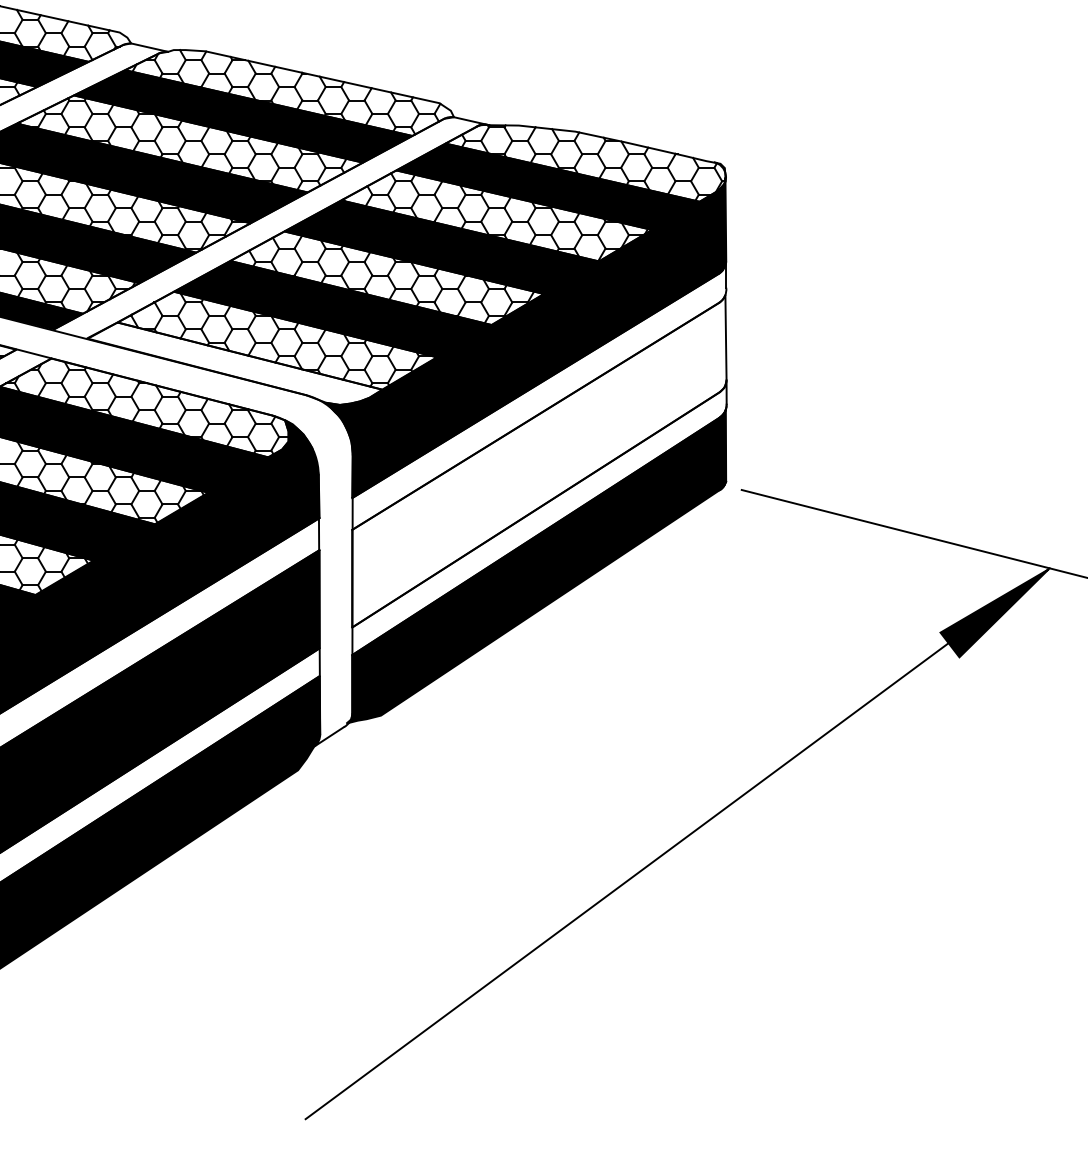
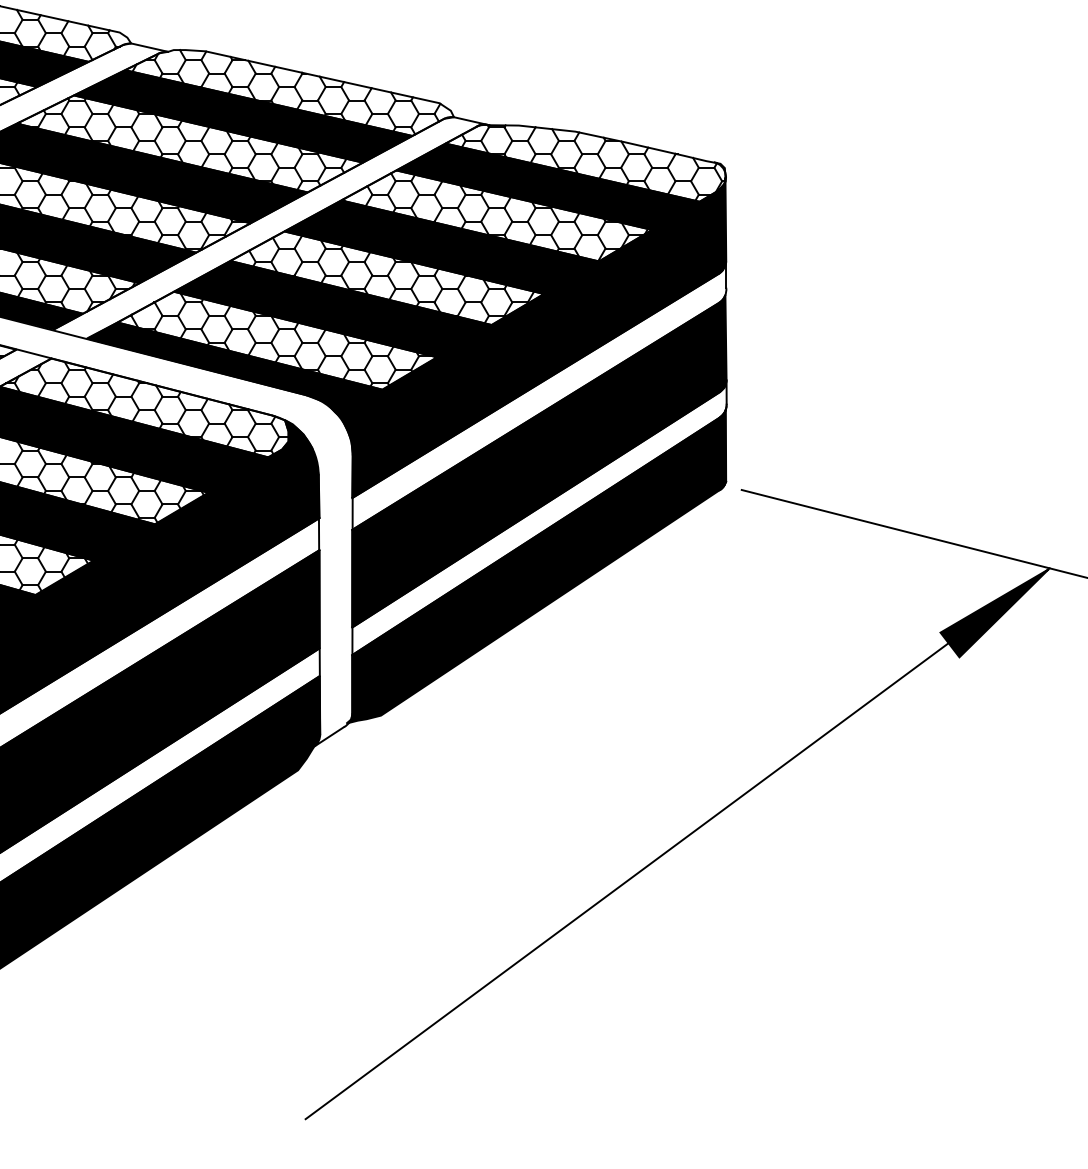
fill at (234, 363): none -> present
fill at (539, 460): none -> present
